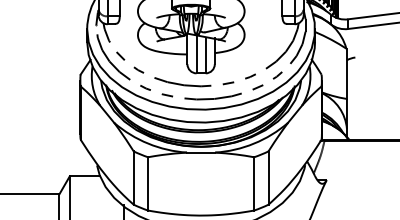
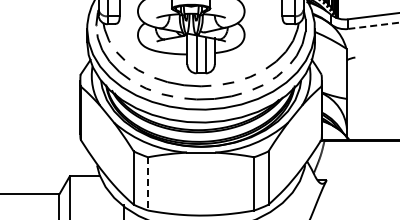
line at (373, 25): solid -> dashed
line at (148, 183): solid -> dashed
